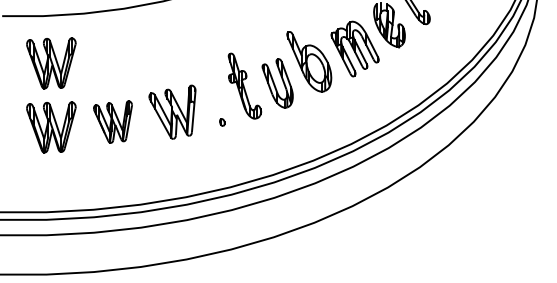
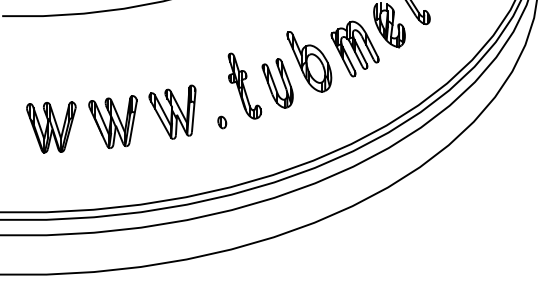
part at (51, 63): present -> none
part at (112, 121) size: 40x44 px -> 50x54 px
part at (222, 122) size: 7x9 px -> 11x15 px
